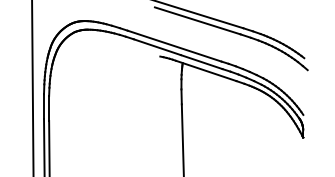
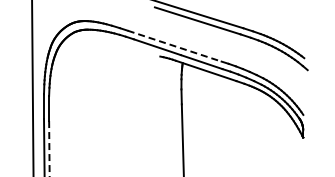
line at (175, 46): solid -> dashed
line at (49, 149): solid -> dashed
